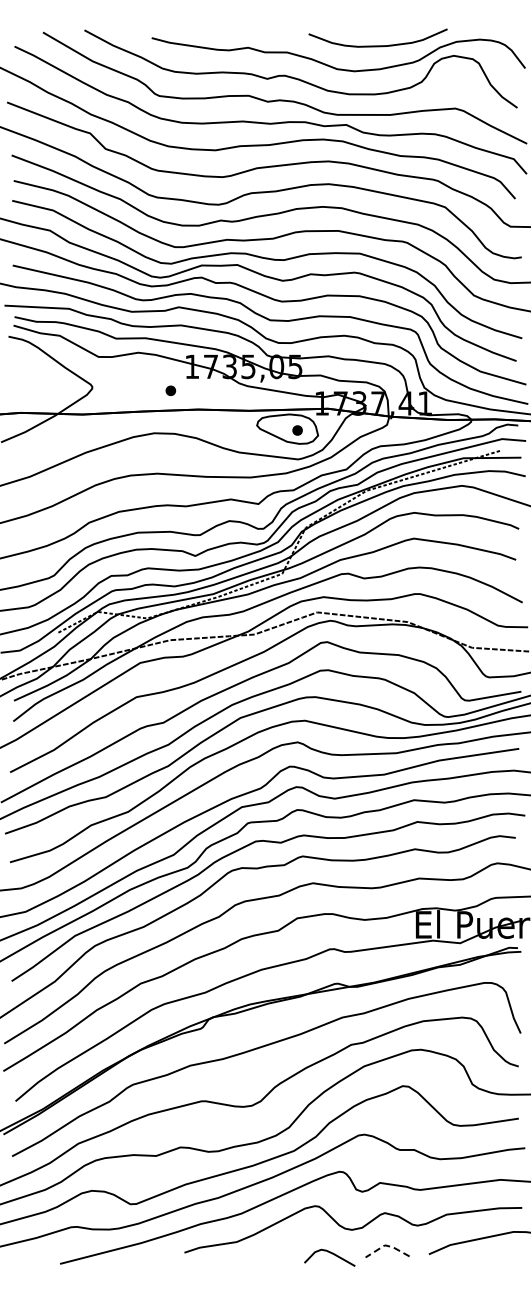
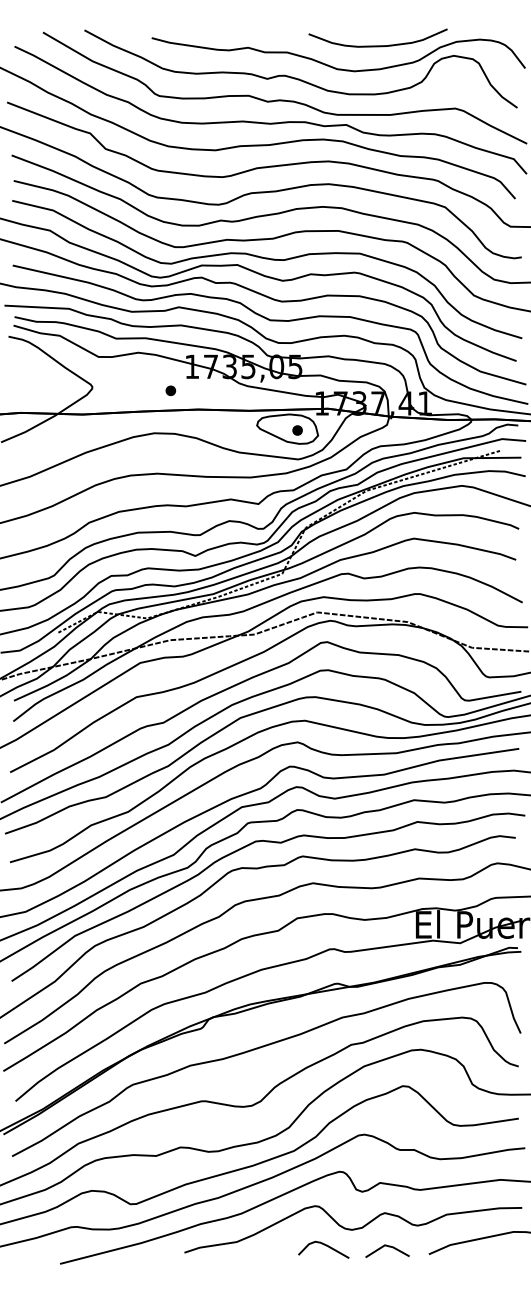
line at (386, 1245): dashed -> solid
curve at (329, 1253) position: (329, 1253) -> (323, 1245)
